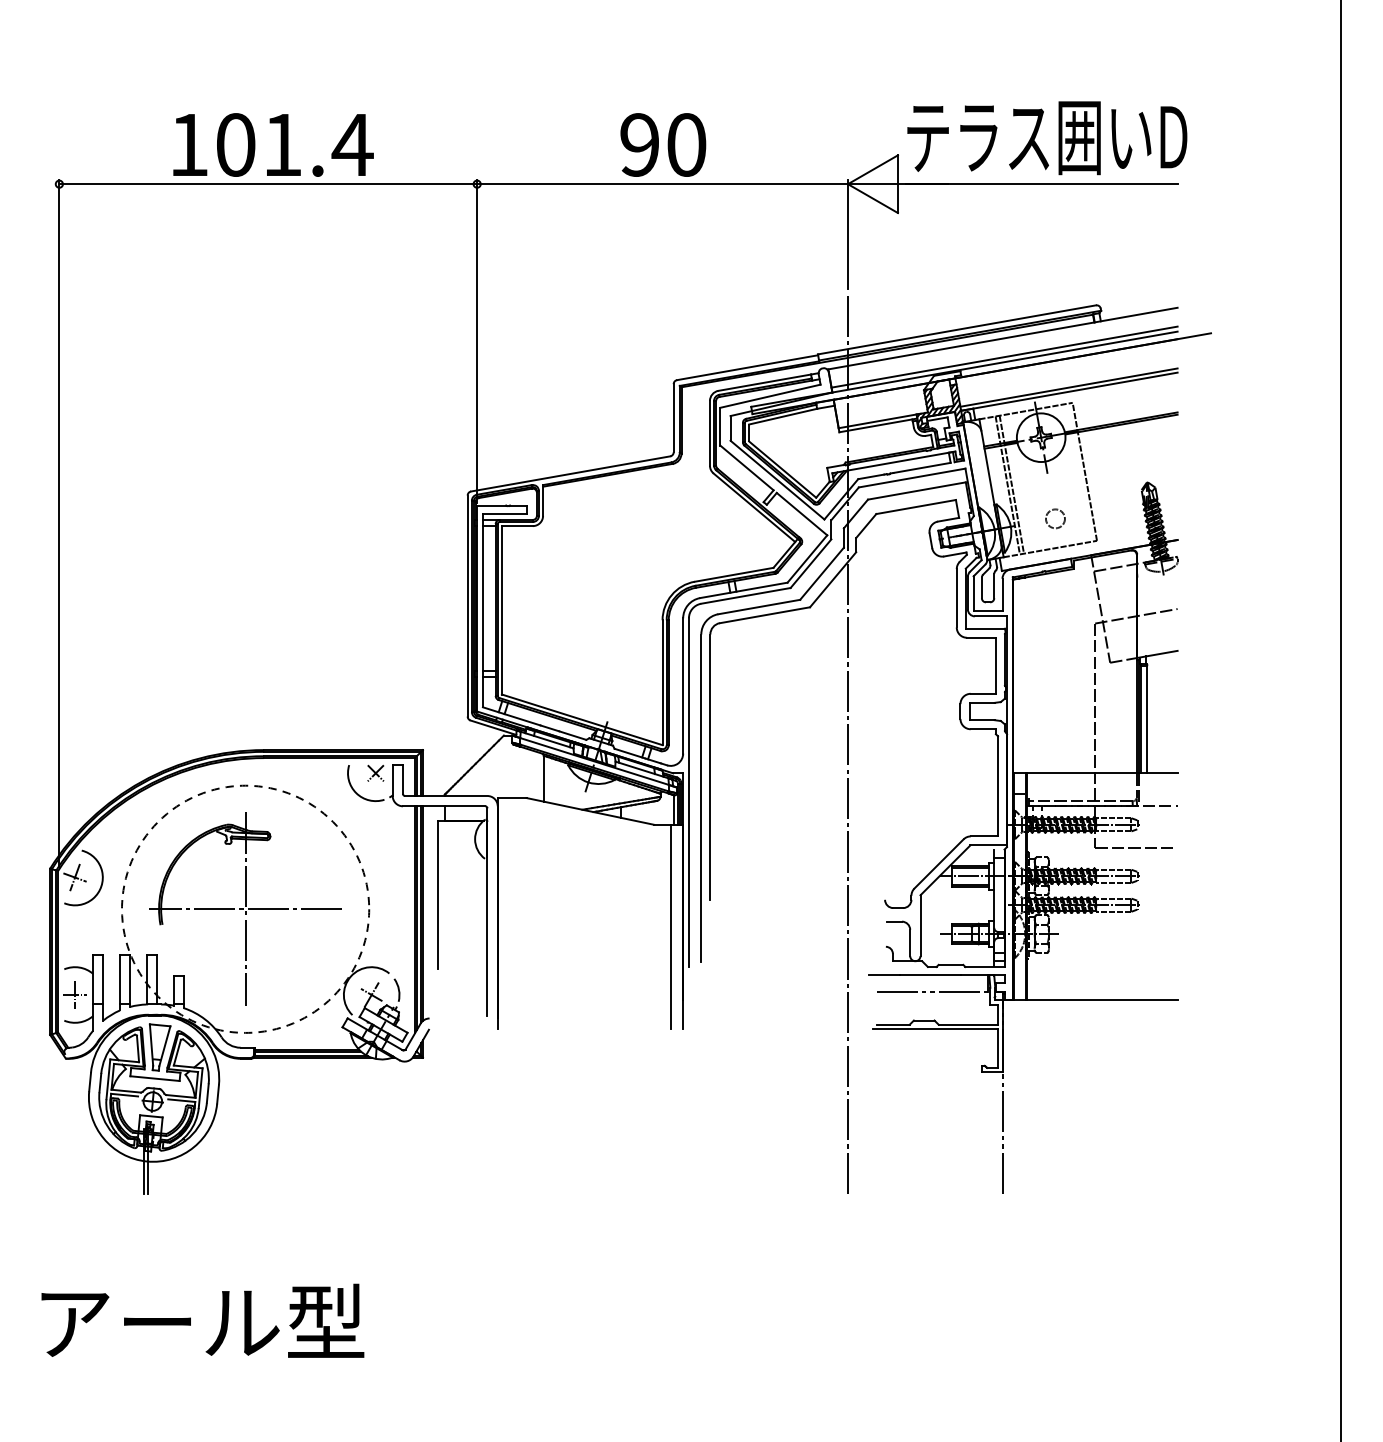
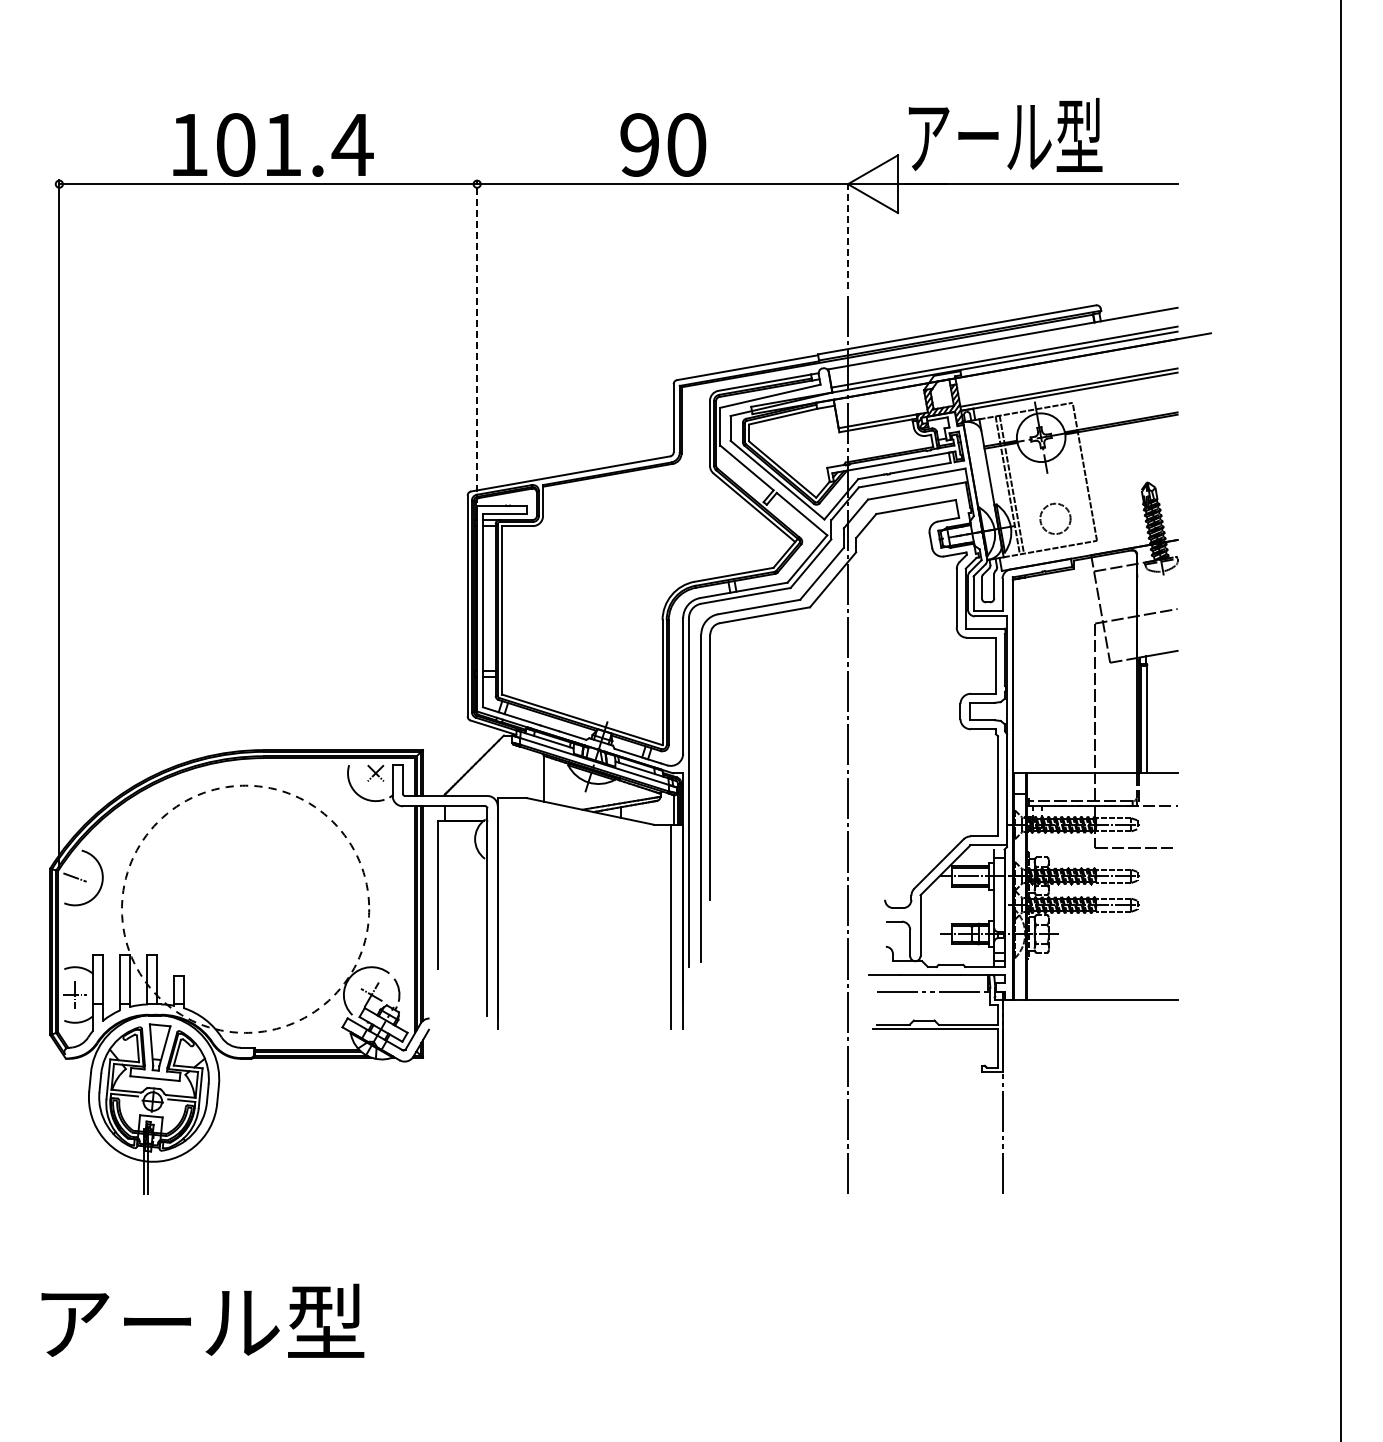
text at (1047, 136): テラス囲いD -> アール型
line at (847, 234): solid -> dashed
line at (477, 340): solid -> dashed
circle at (1055, 518) diameter: 19 px -> 30 px
line at (74, 877): present -> none
part at (245, 908): present -> none
